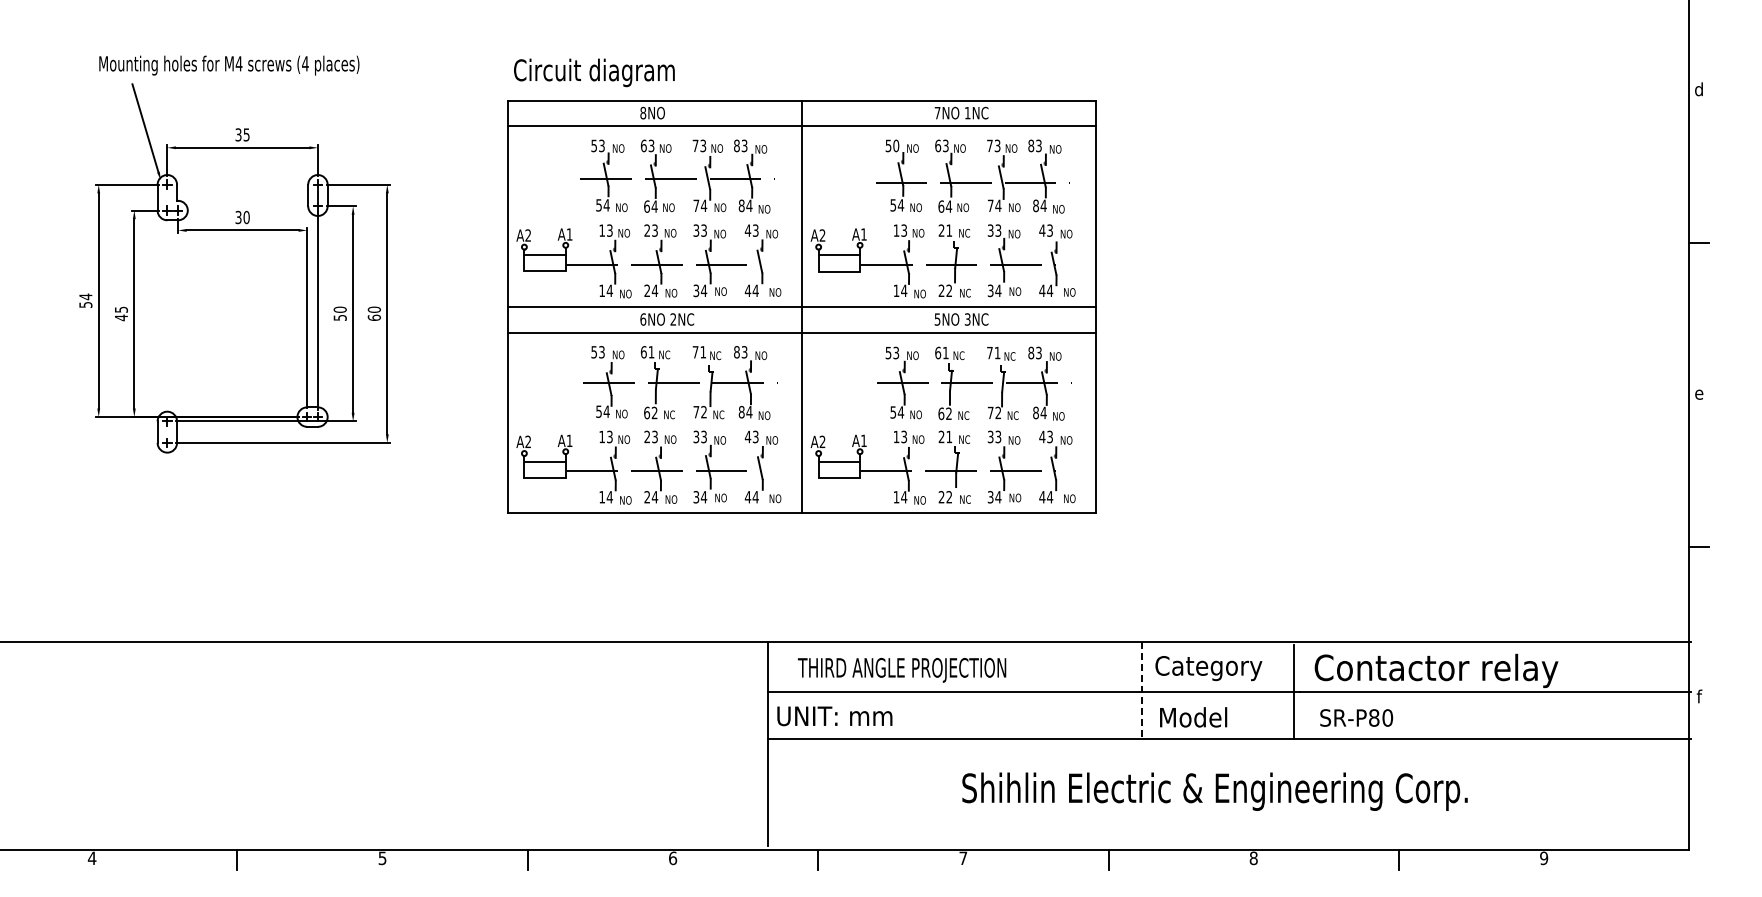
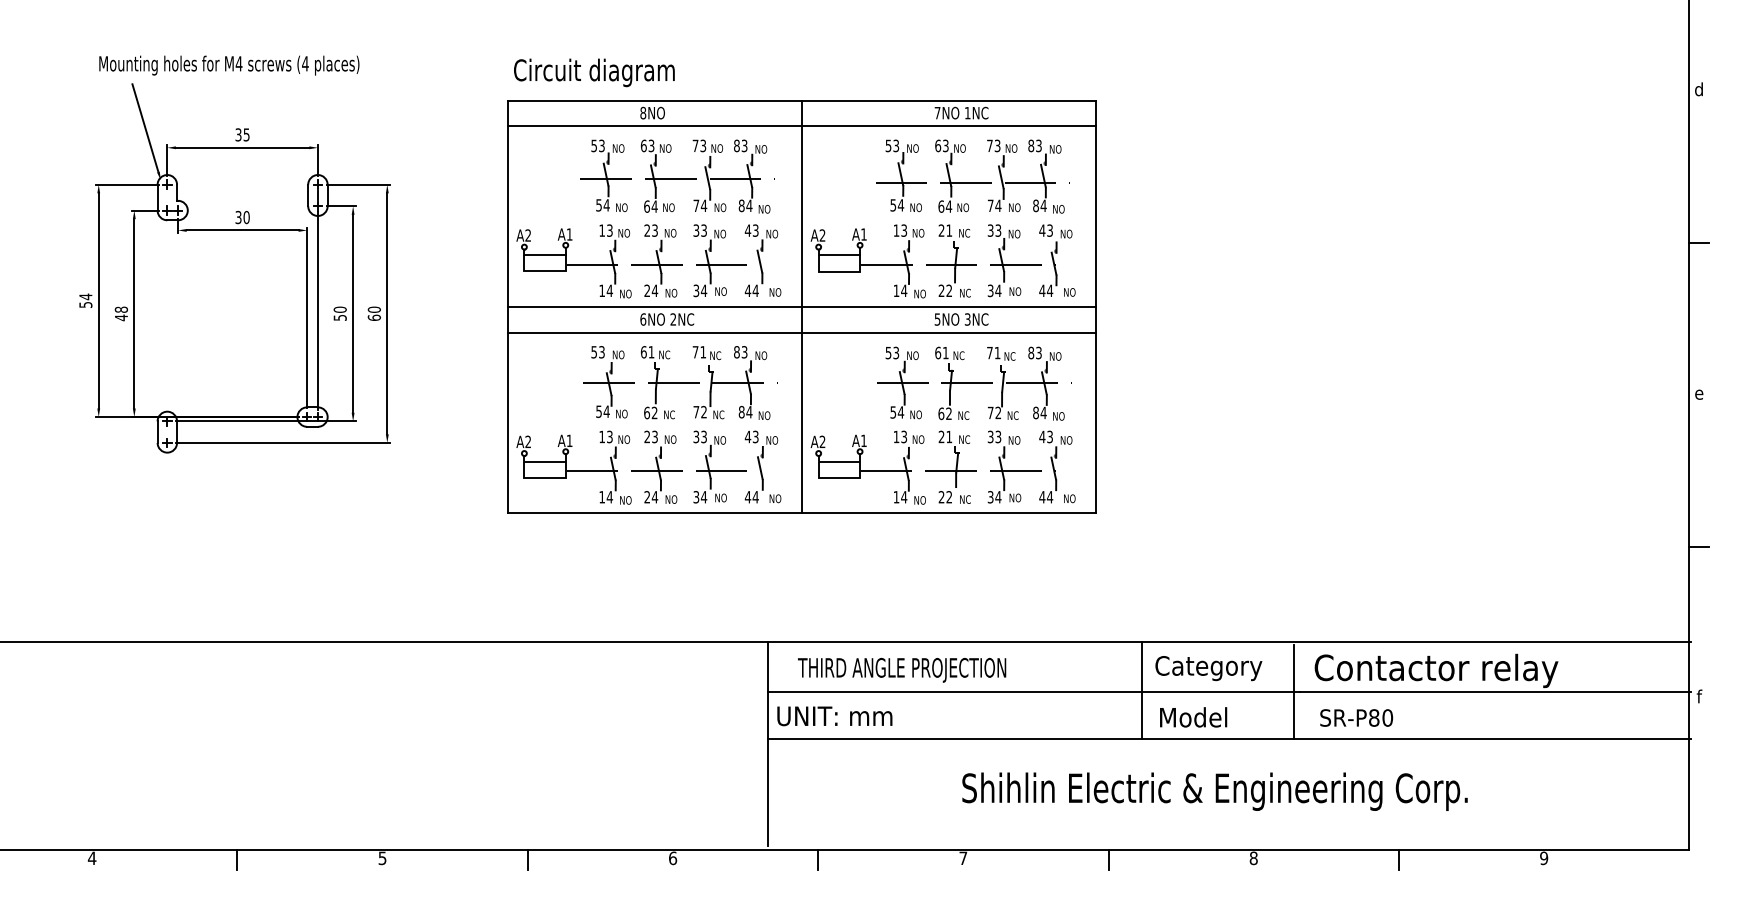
text at (896, 145): 50 -> 53
text at (120, 309): 45 -> 48
line at (1141, 691): dashed -> solid
